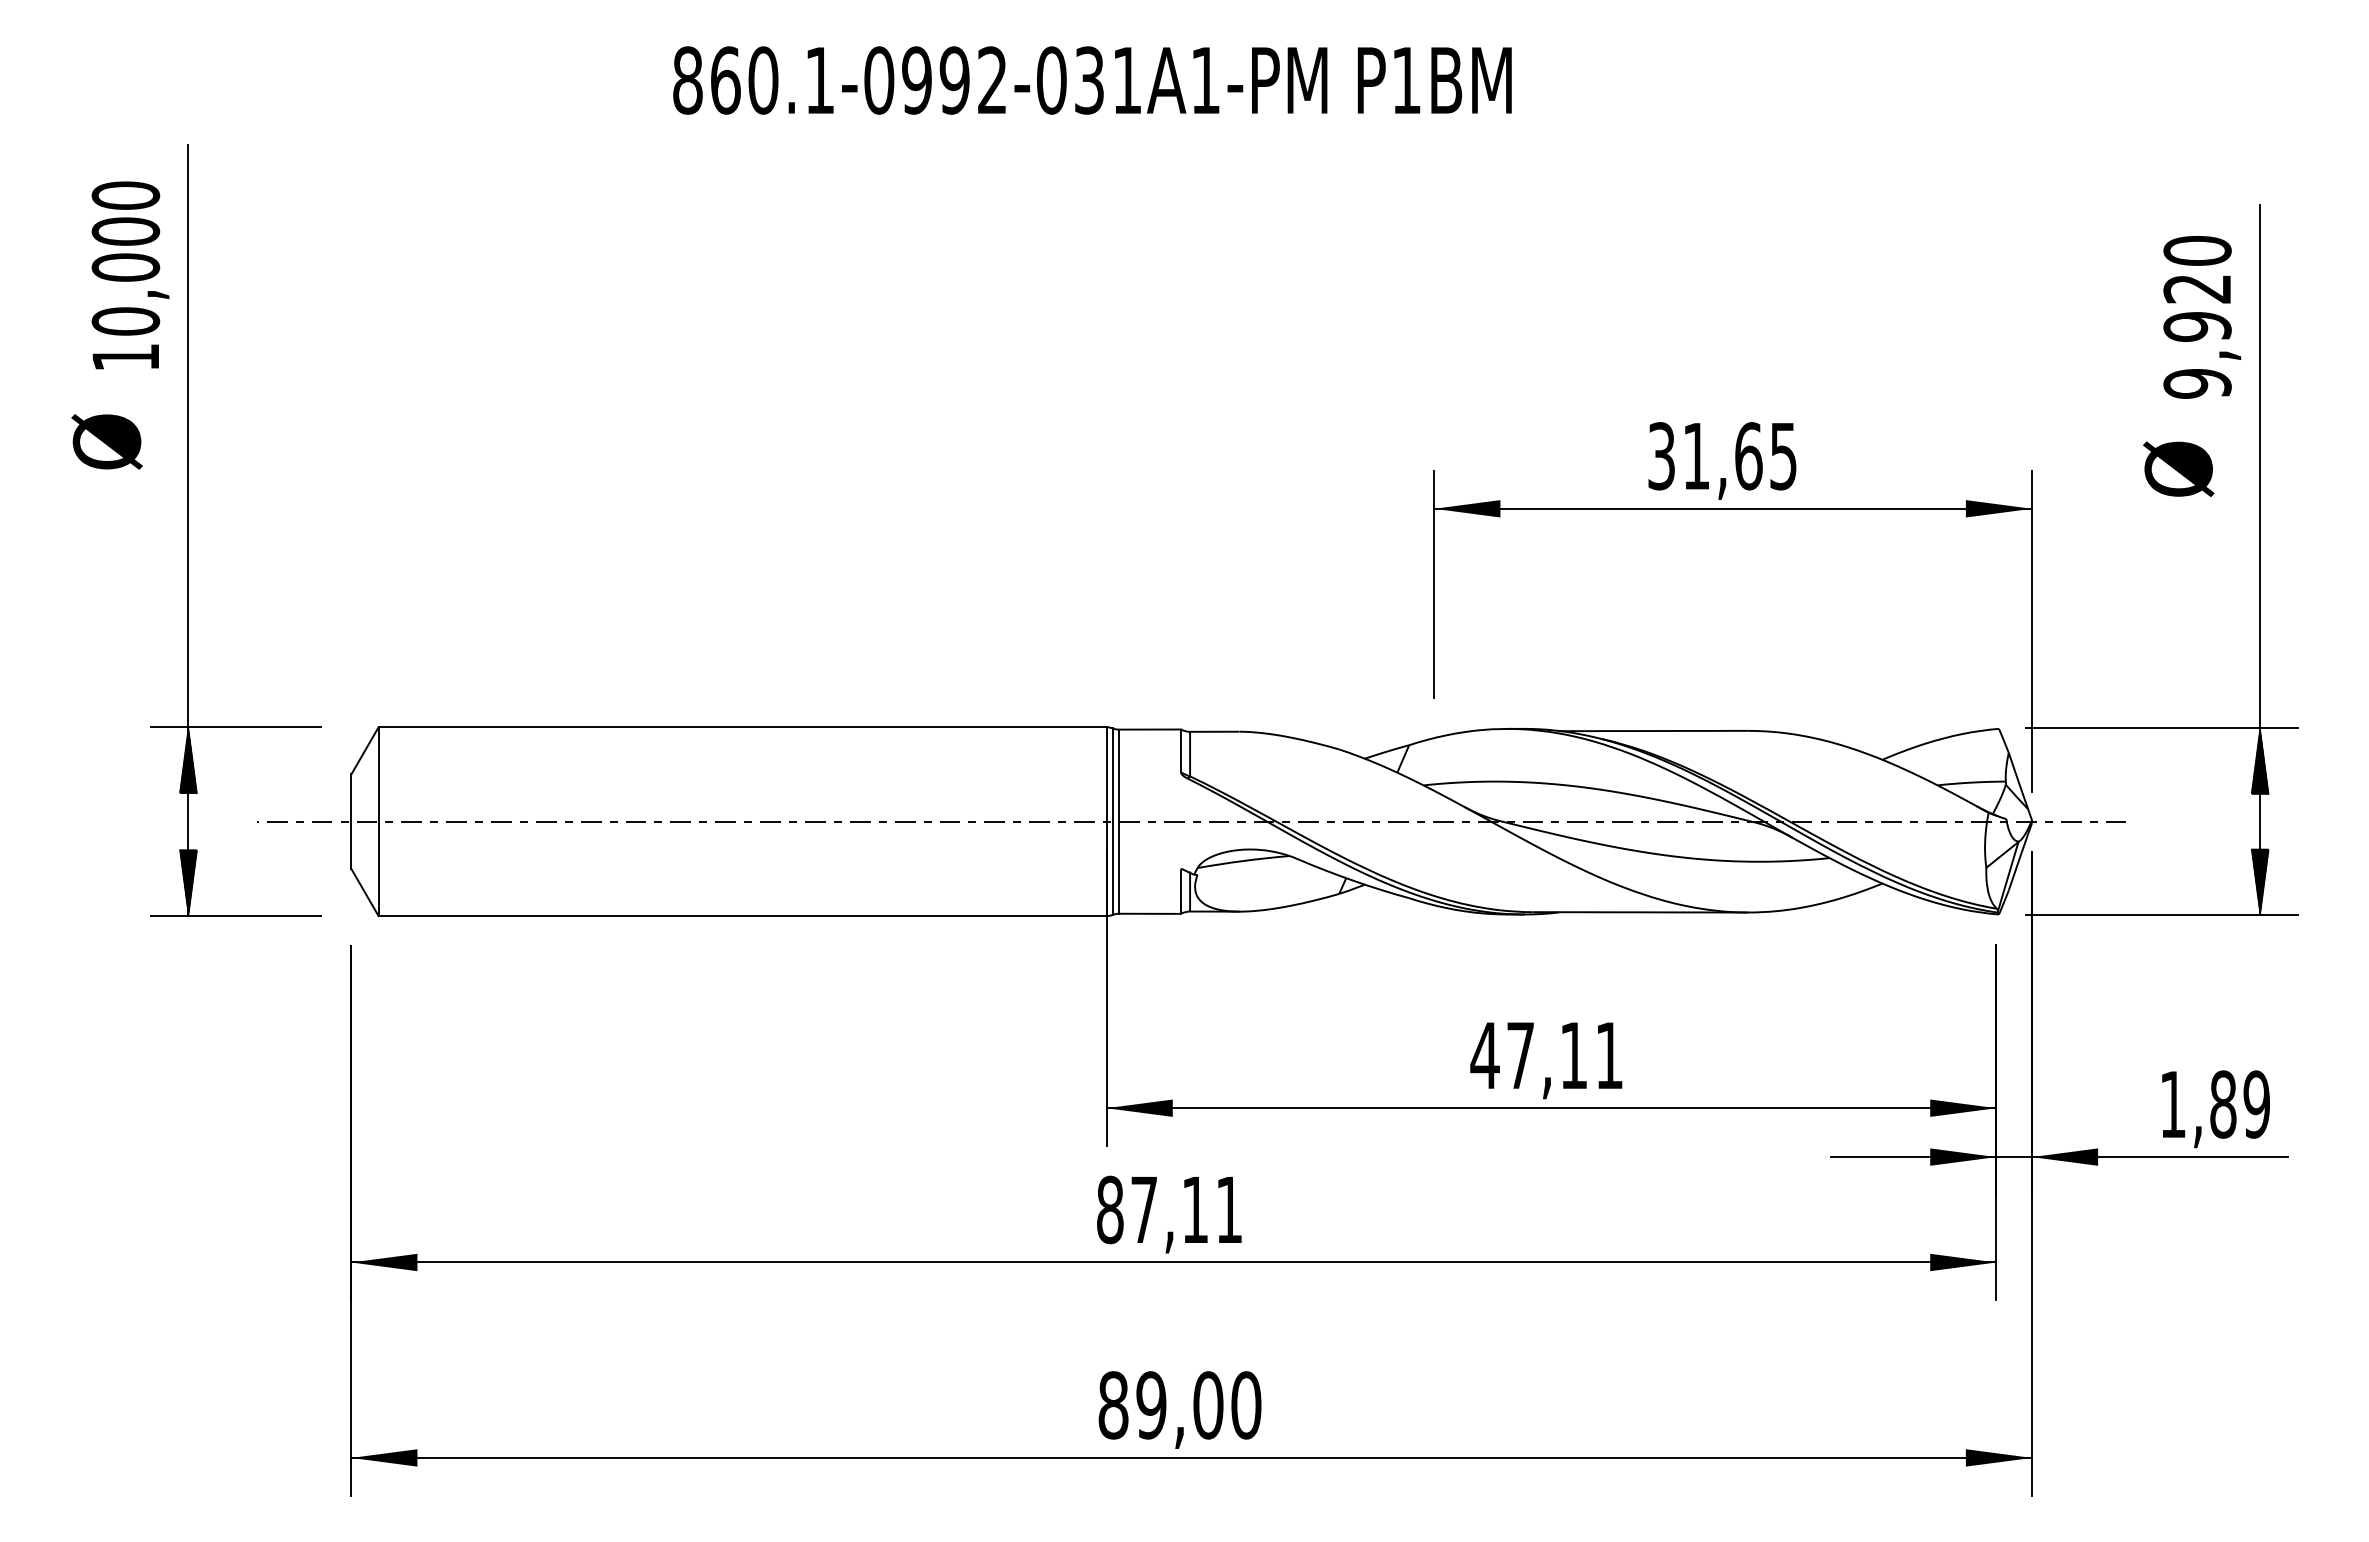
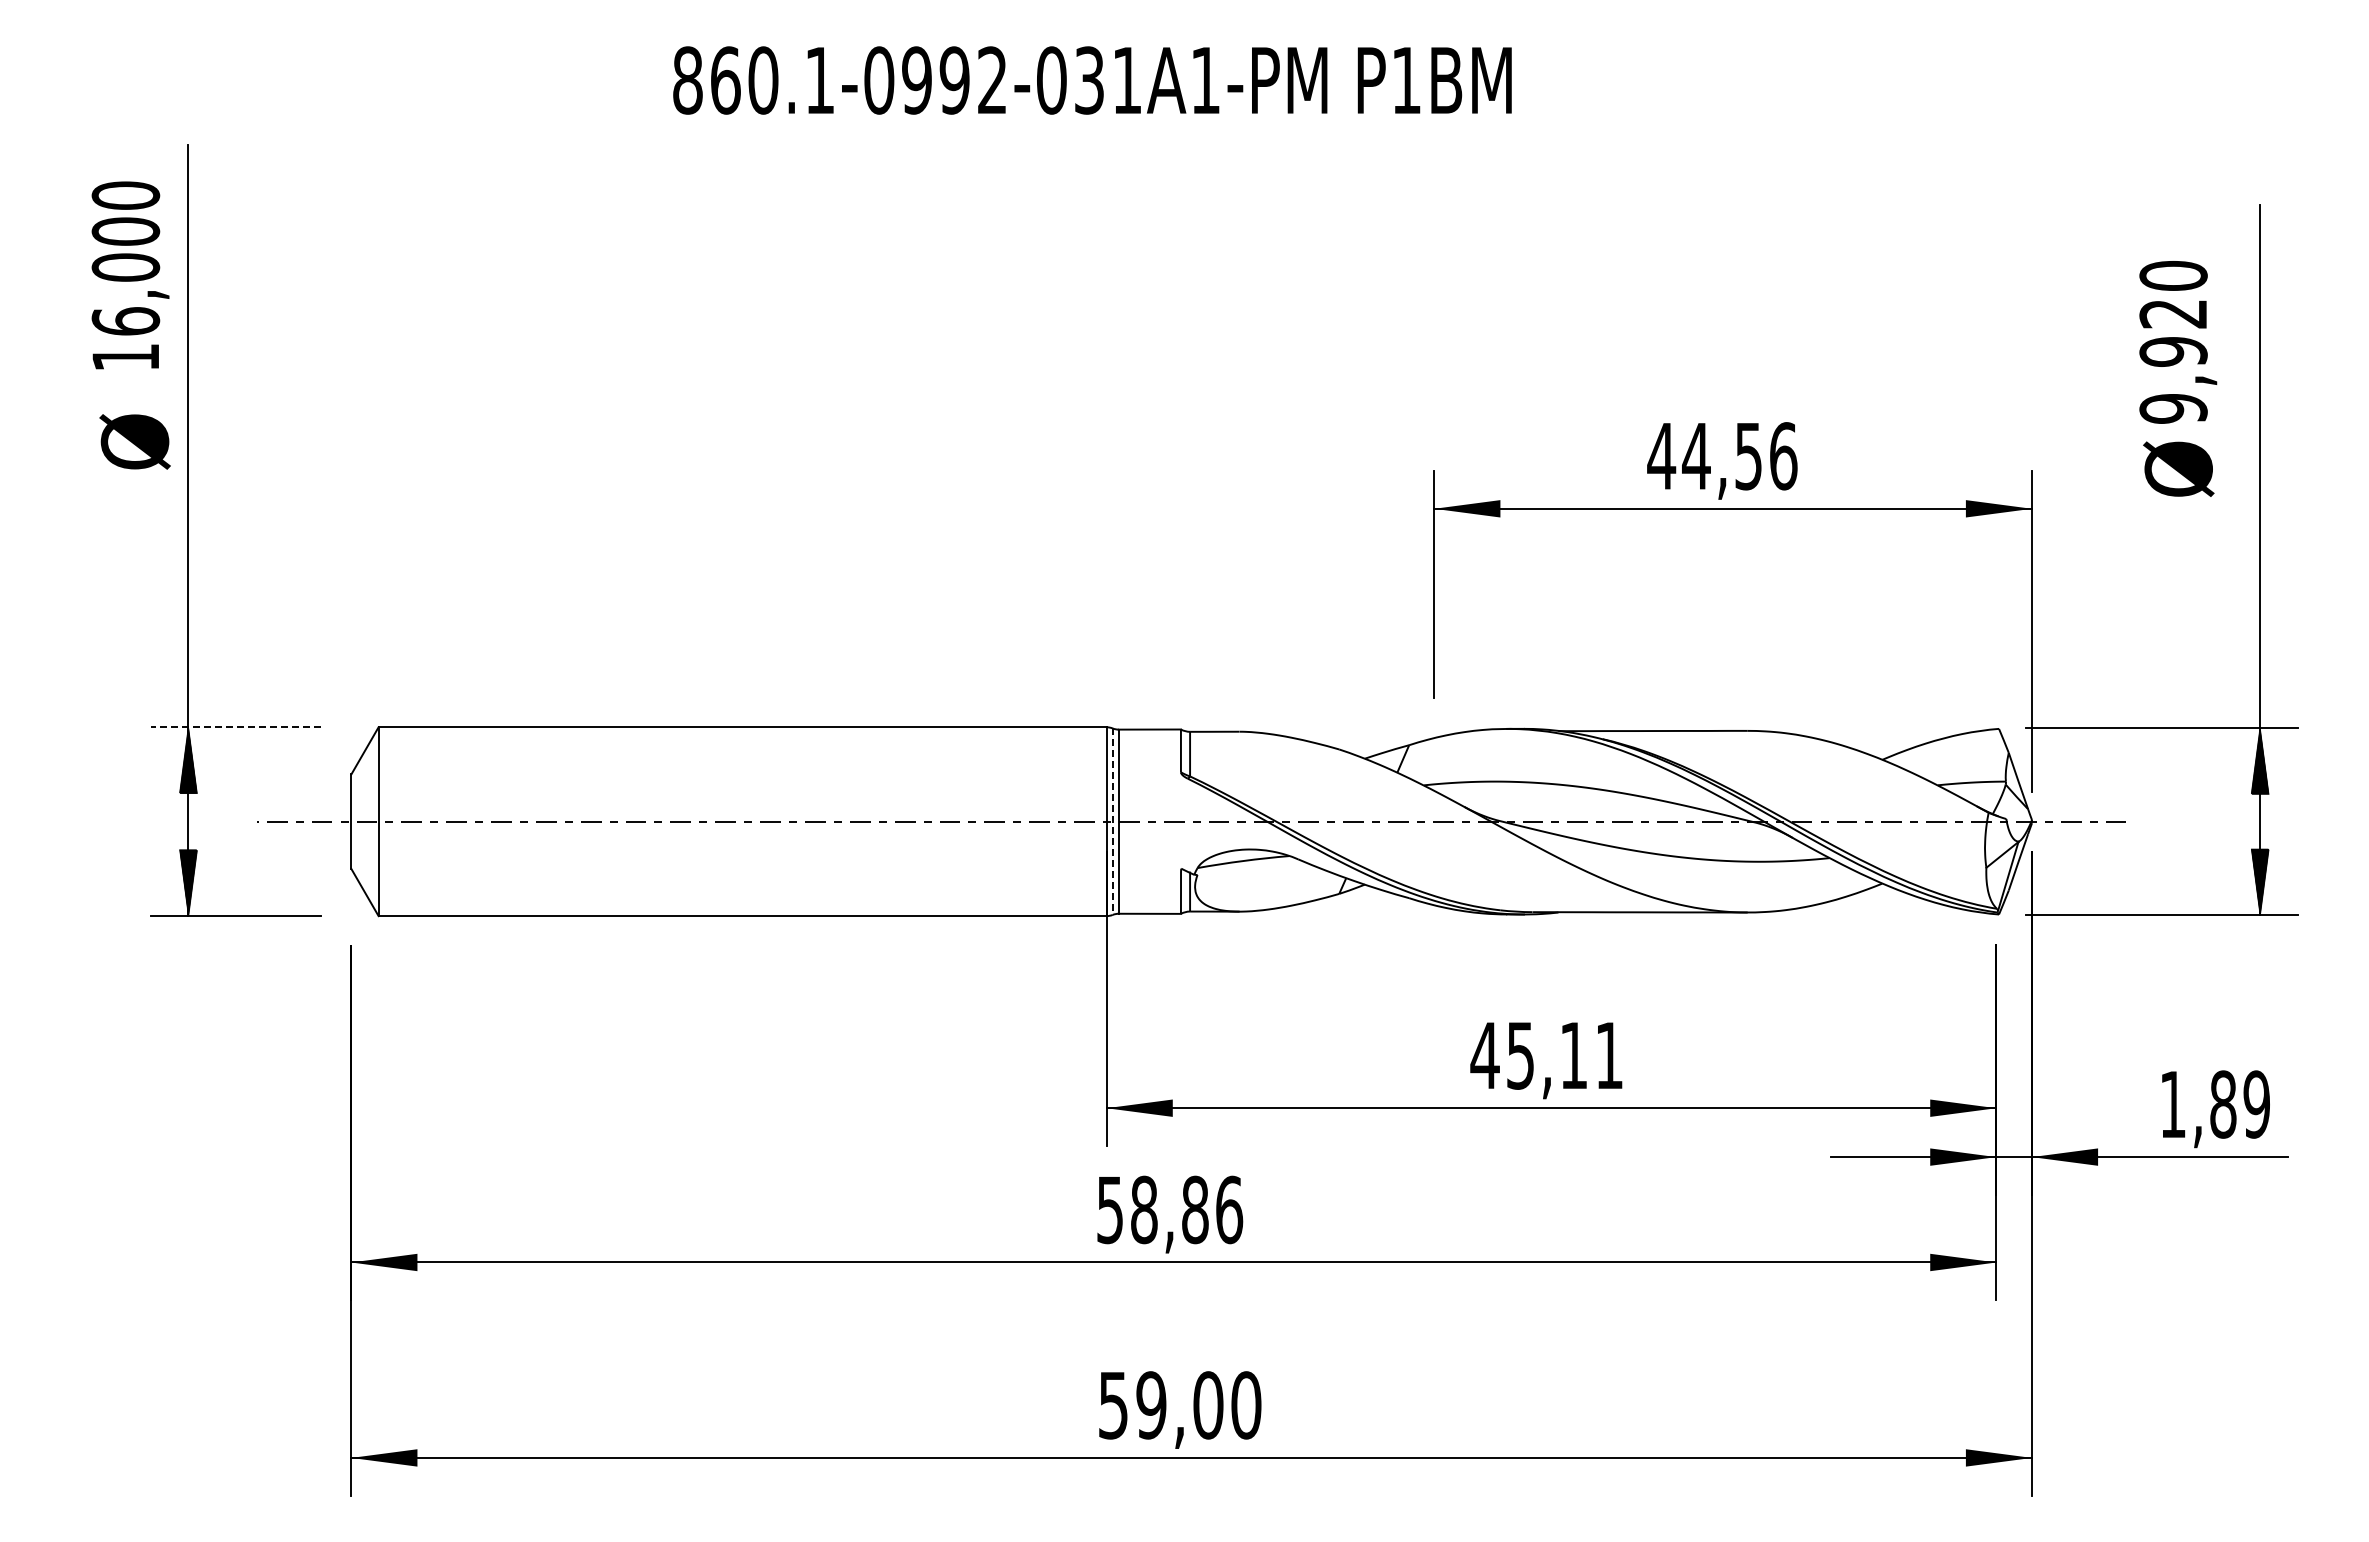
text at (2202, 317) position: (2202, 317) -> (2178, 342)
text at (125, 321): 10,000 -> 16,000
text at (106, 441) position: (106, 441) -> (134, 441)
text at (1722, 456): 31,65 -> 44,56
line at (235, 727): solid -> dashed
line at (1112, 822): solid -> dashed
text at (1520, 1055): 47,11 -> 45,11
text at (1170, 1209): 87,11 -> 58,86
text at (1113, 1405): 89,00 -> 59,00
